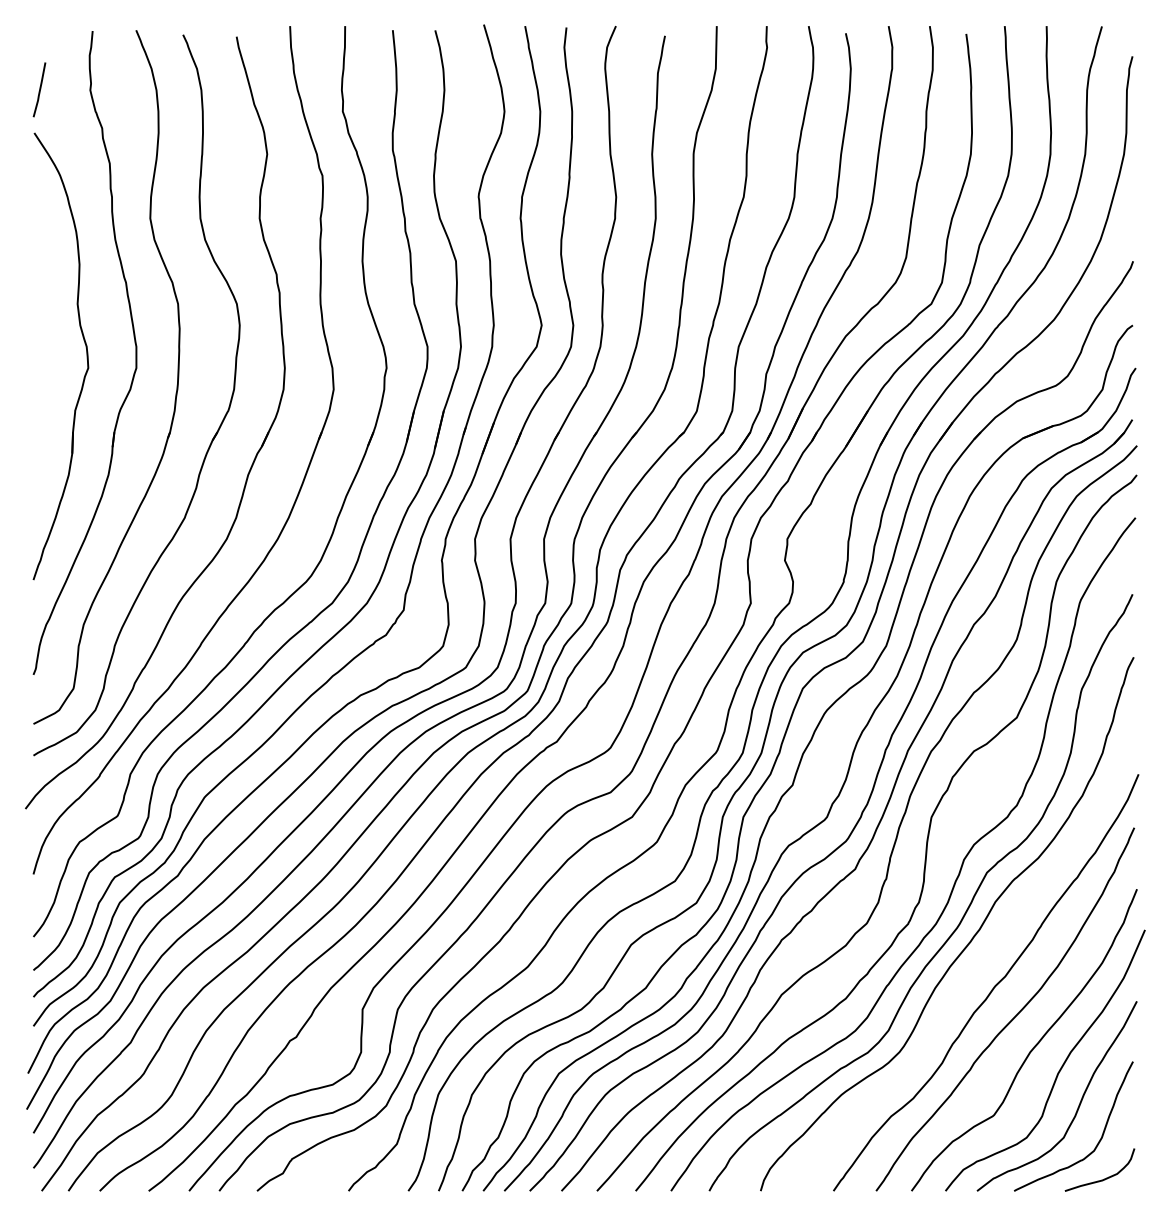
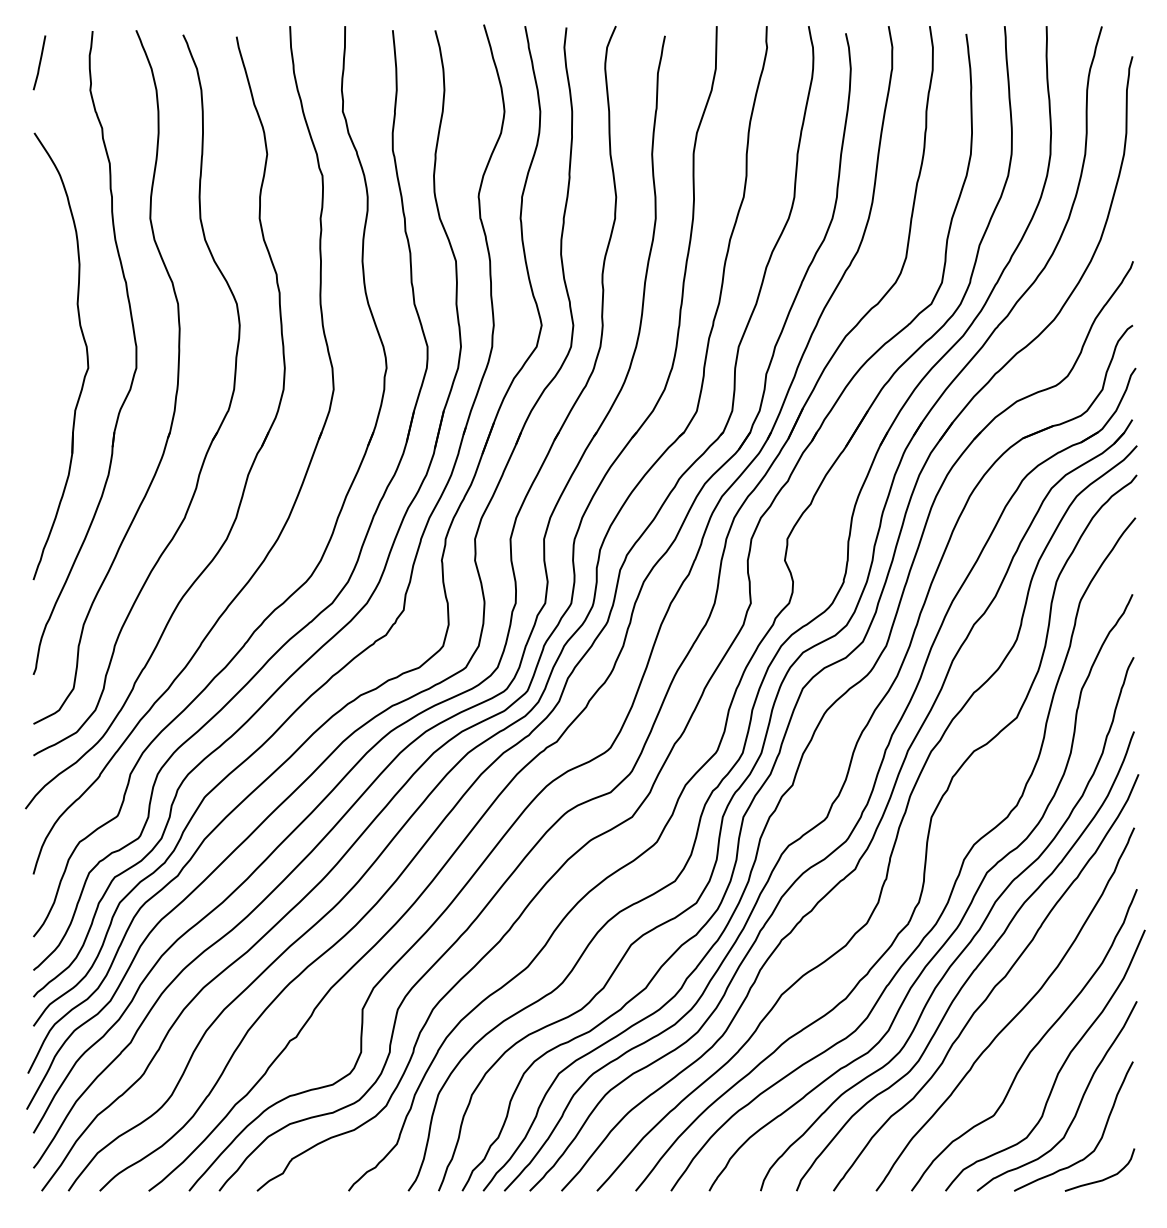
line at (39, 89) position: (39, 89) -> (39, 62)
curve at (973, 969): none -> present
